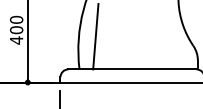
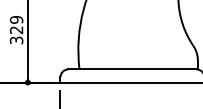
text at (16, 30): 400 -> 329
line at (95, 36): present -> none
